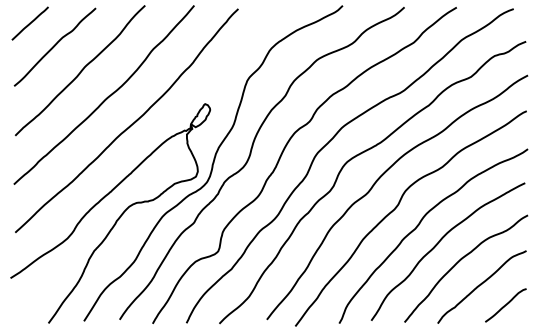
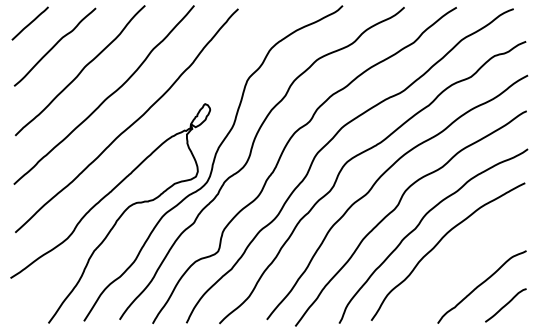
curve at (460, 261): present -> none
